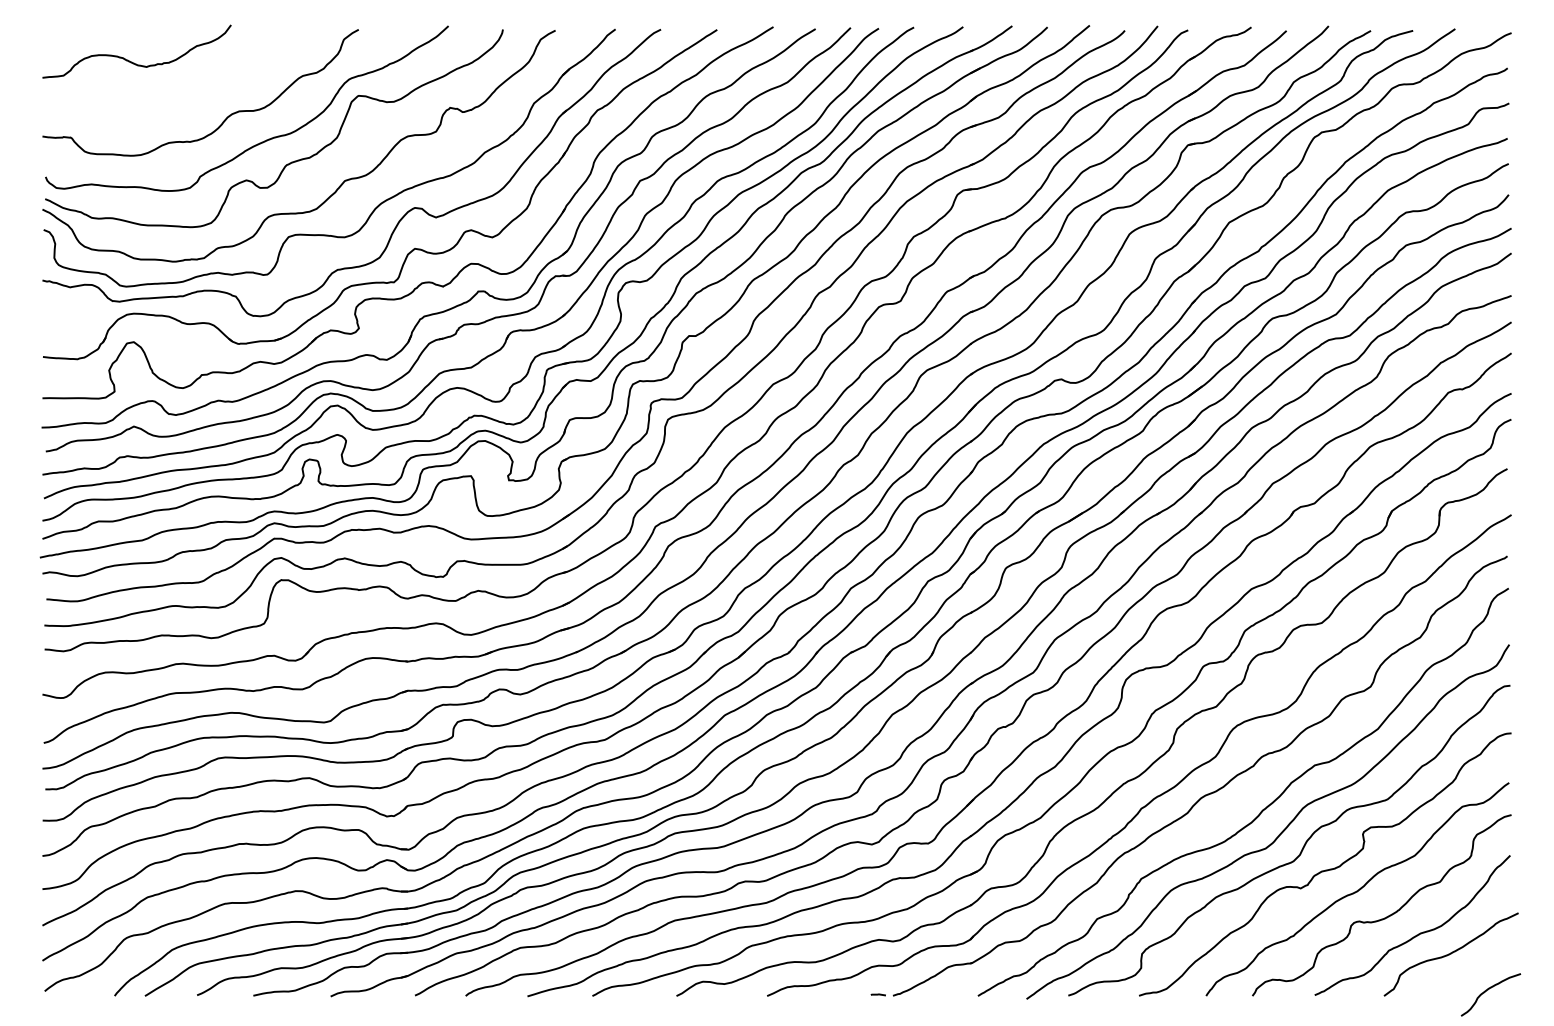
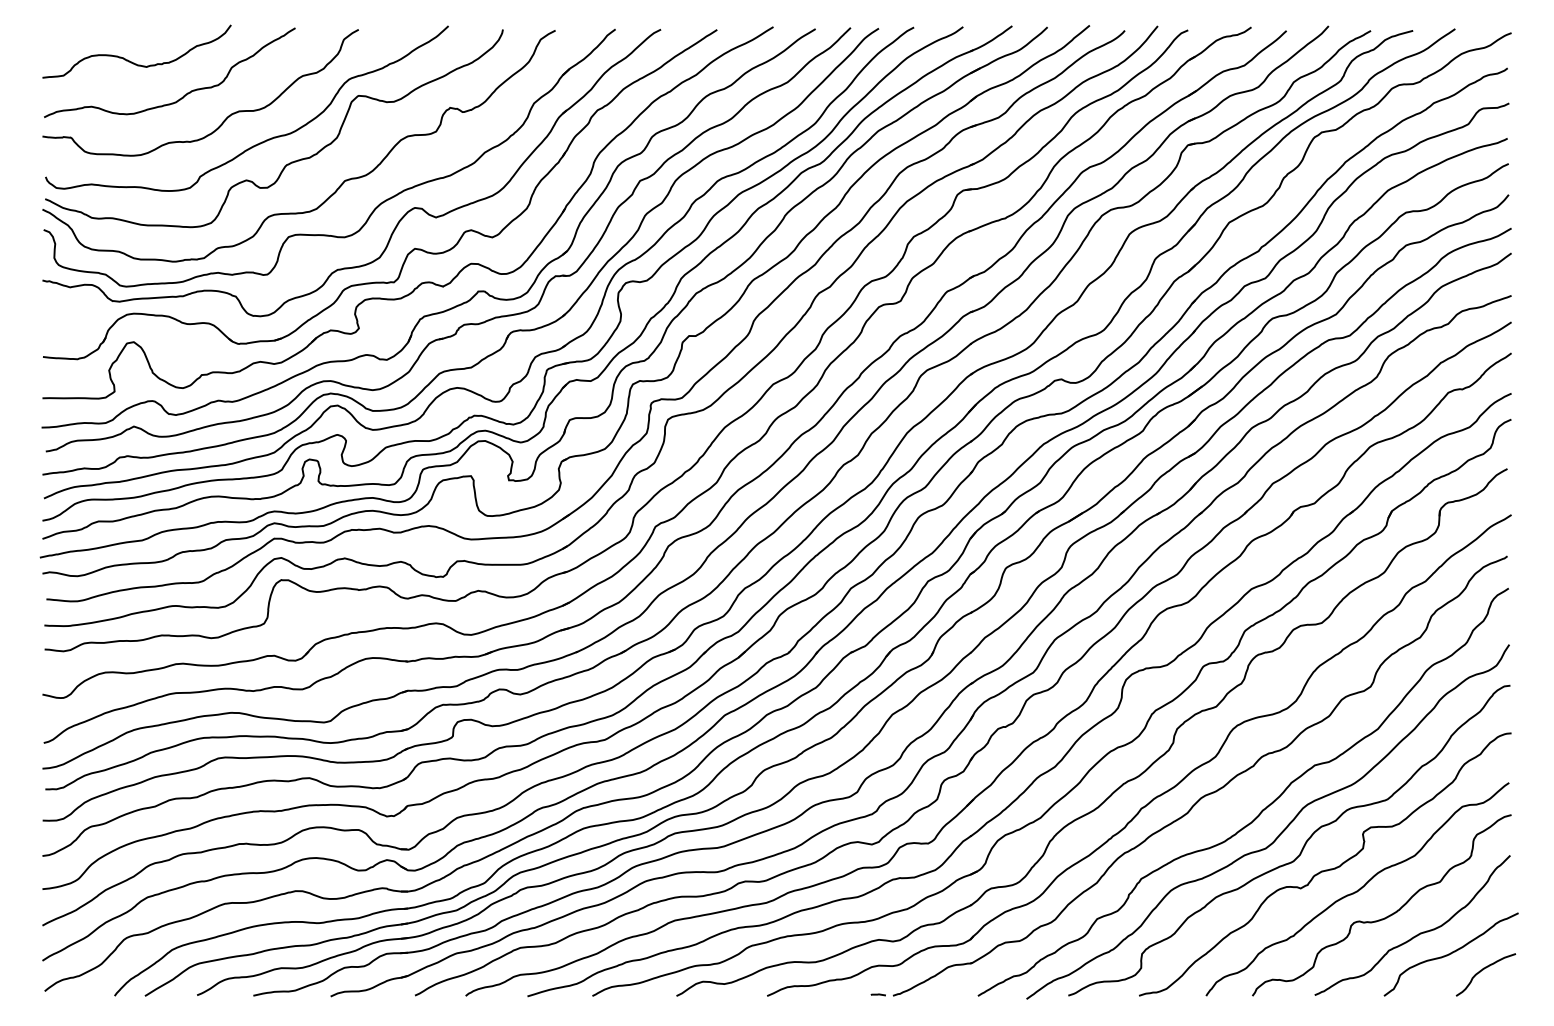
curve at (184, 94): none -> present
curve at (1488, 990) position: (1488, 990) -> (1483, 970)
